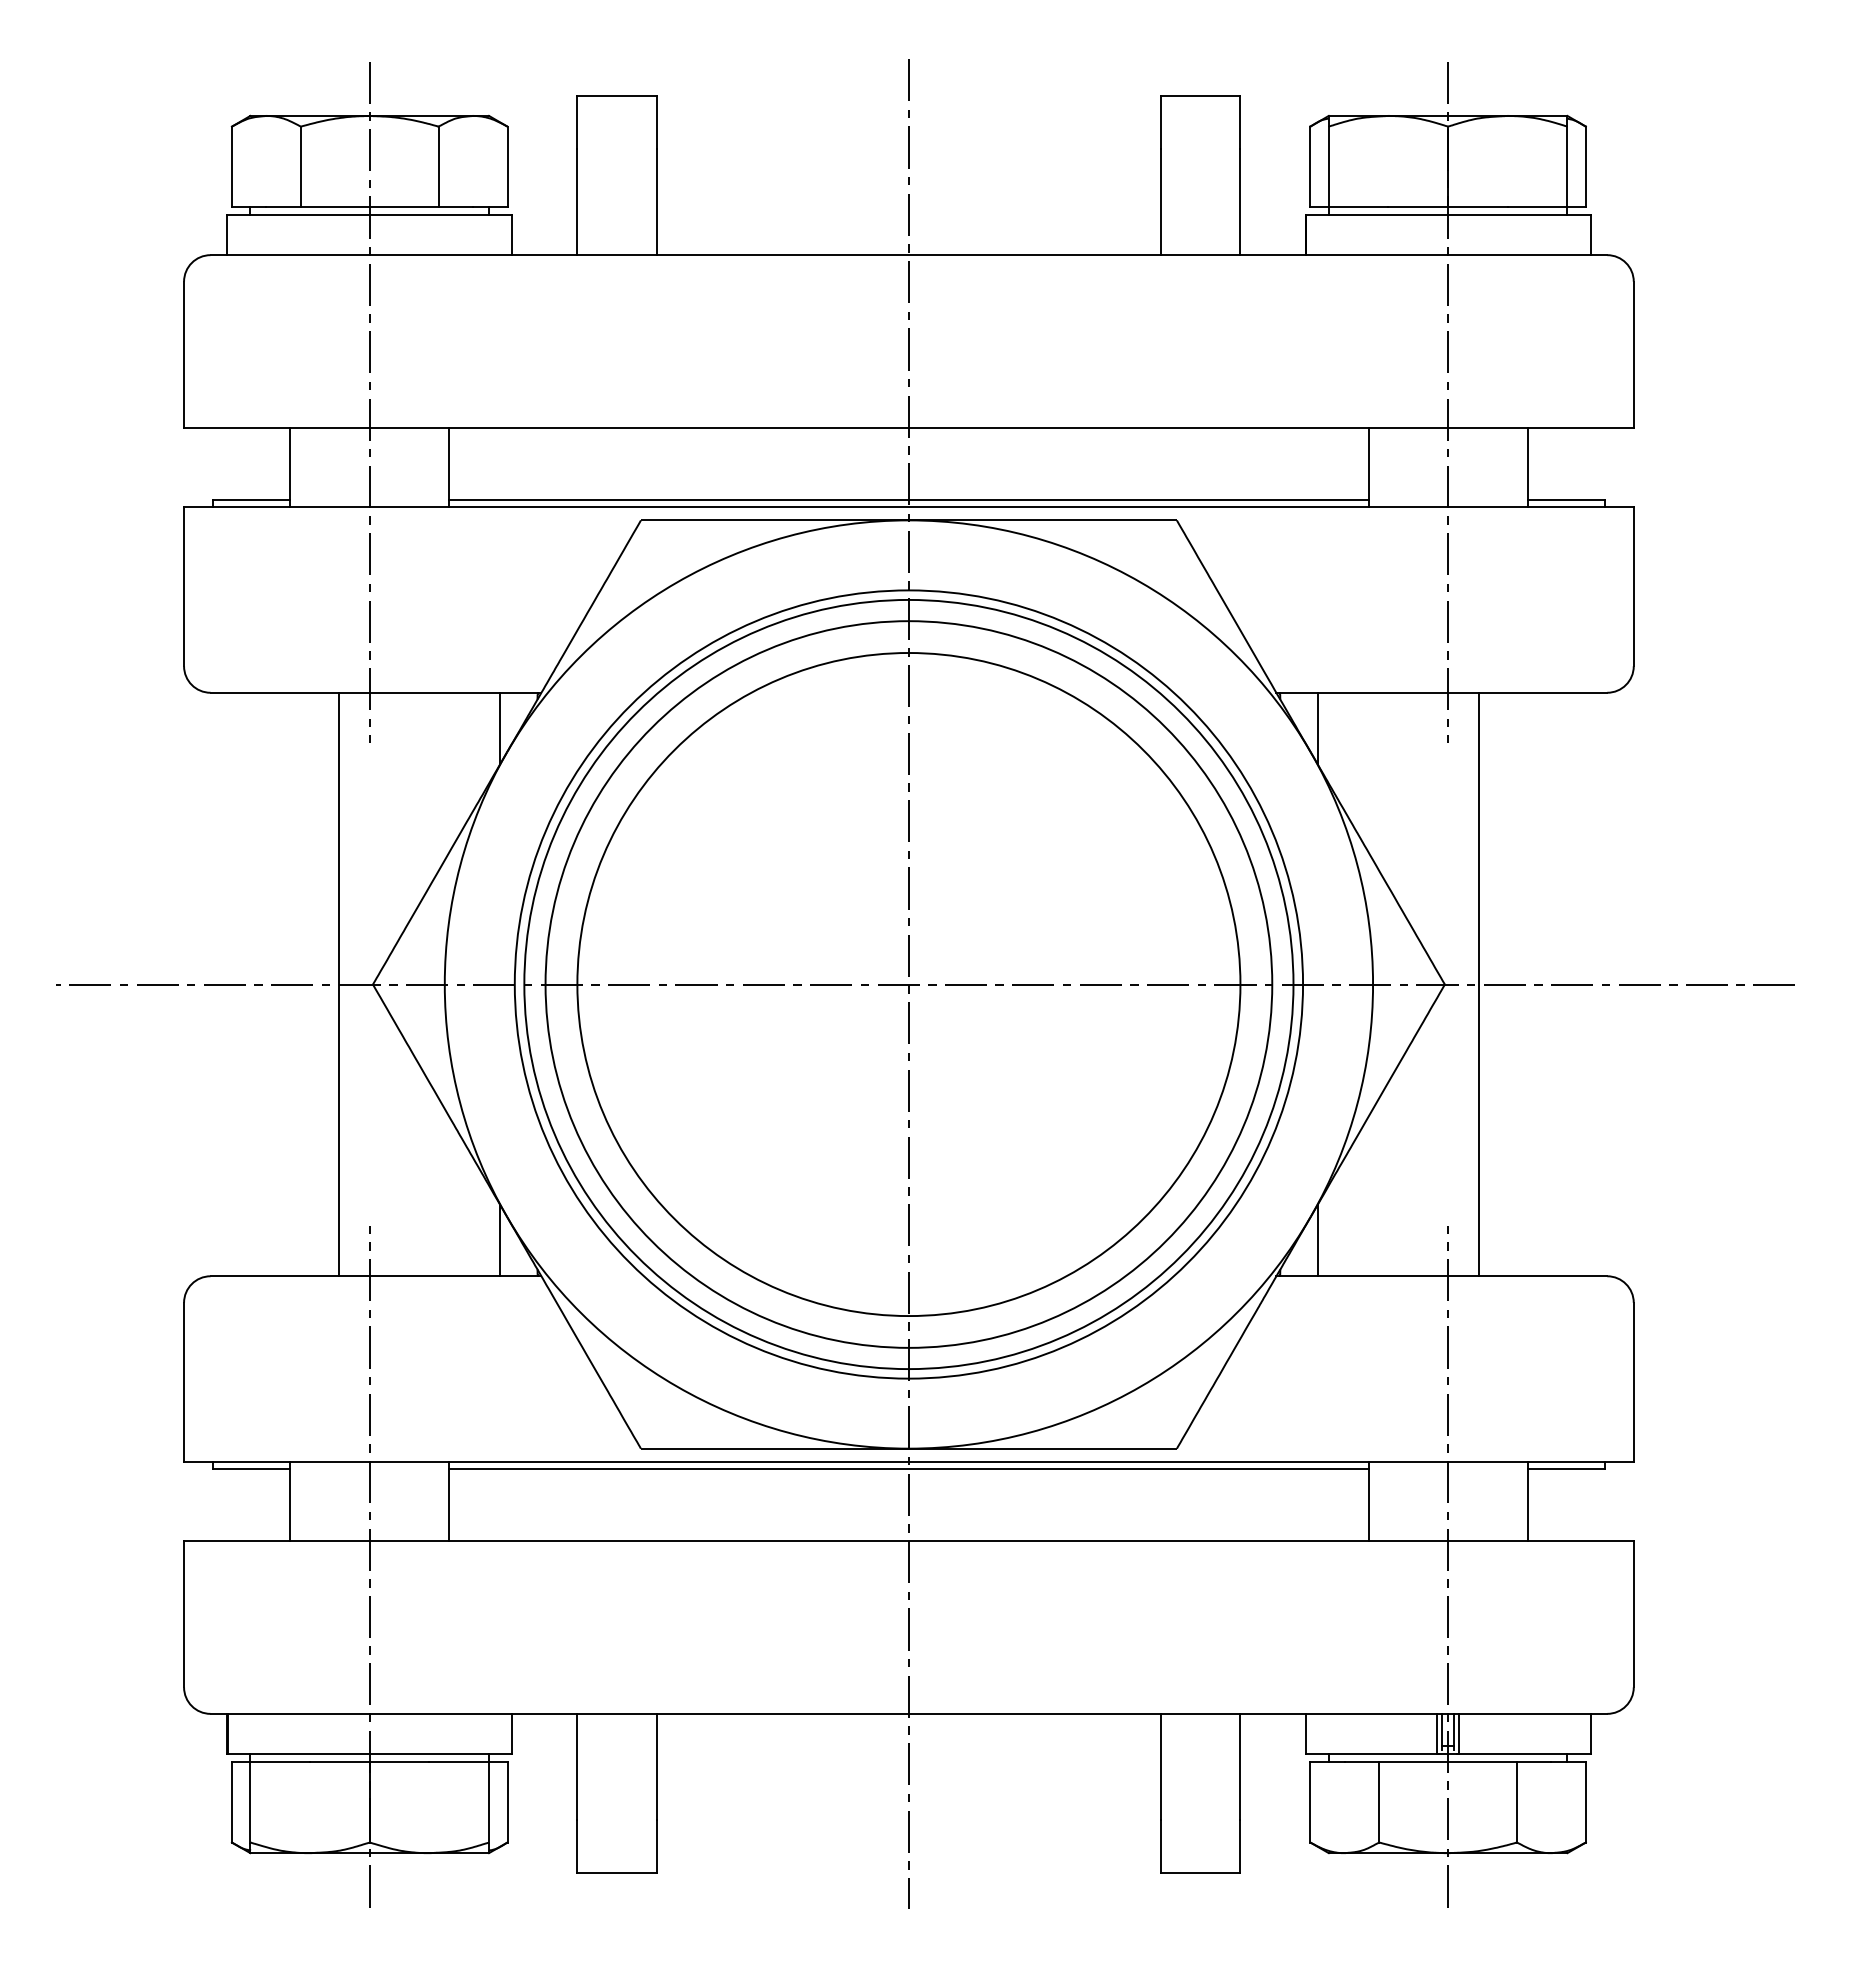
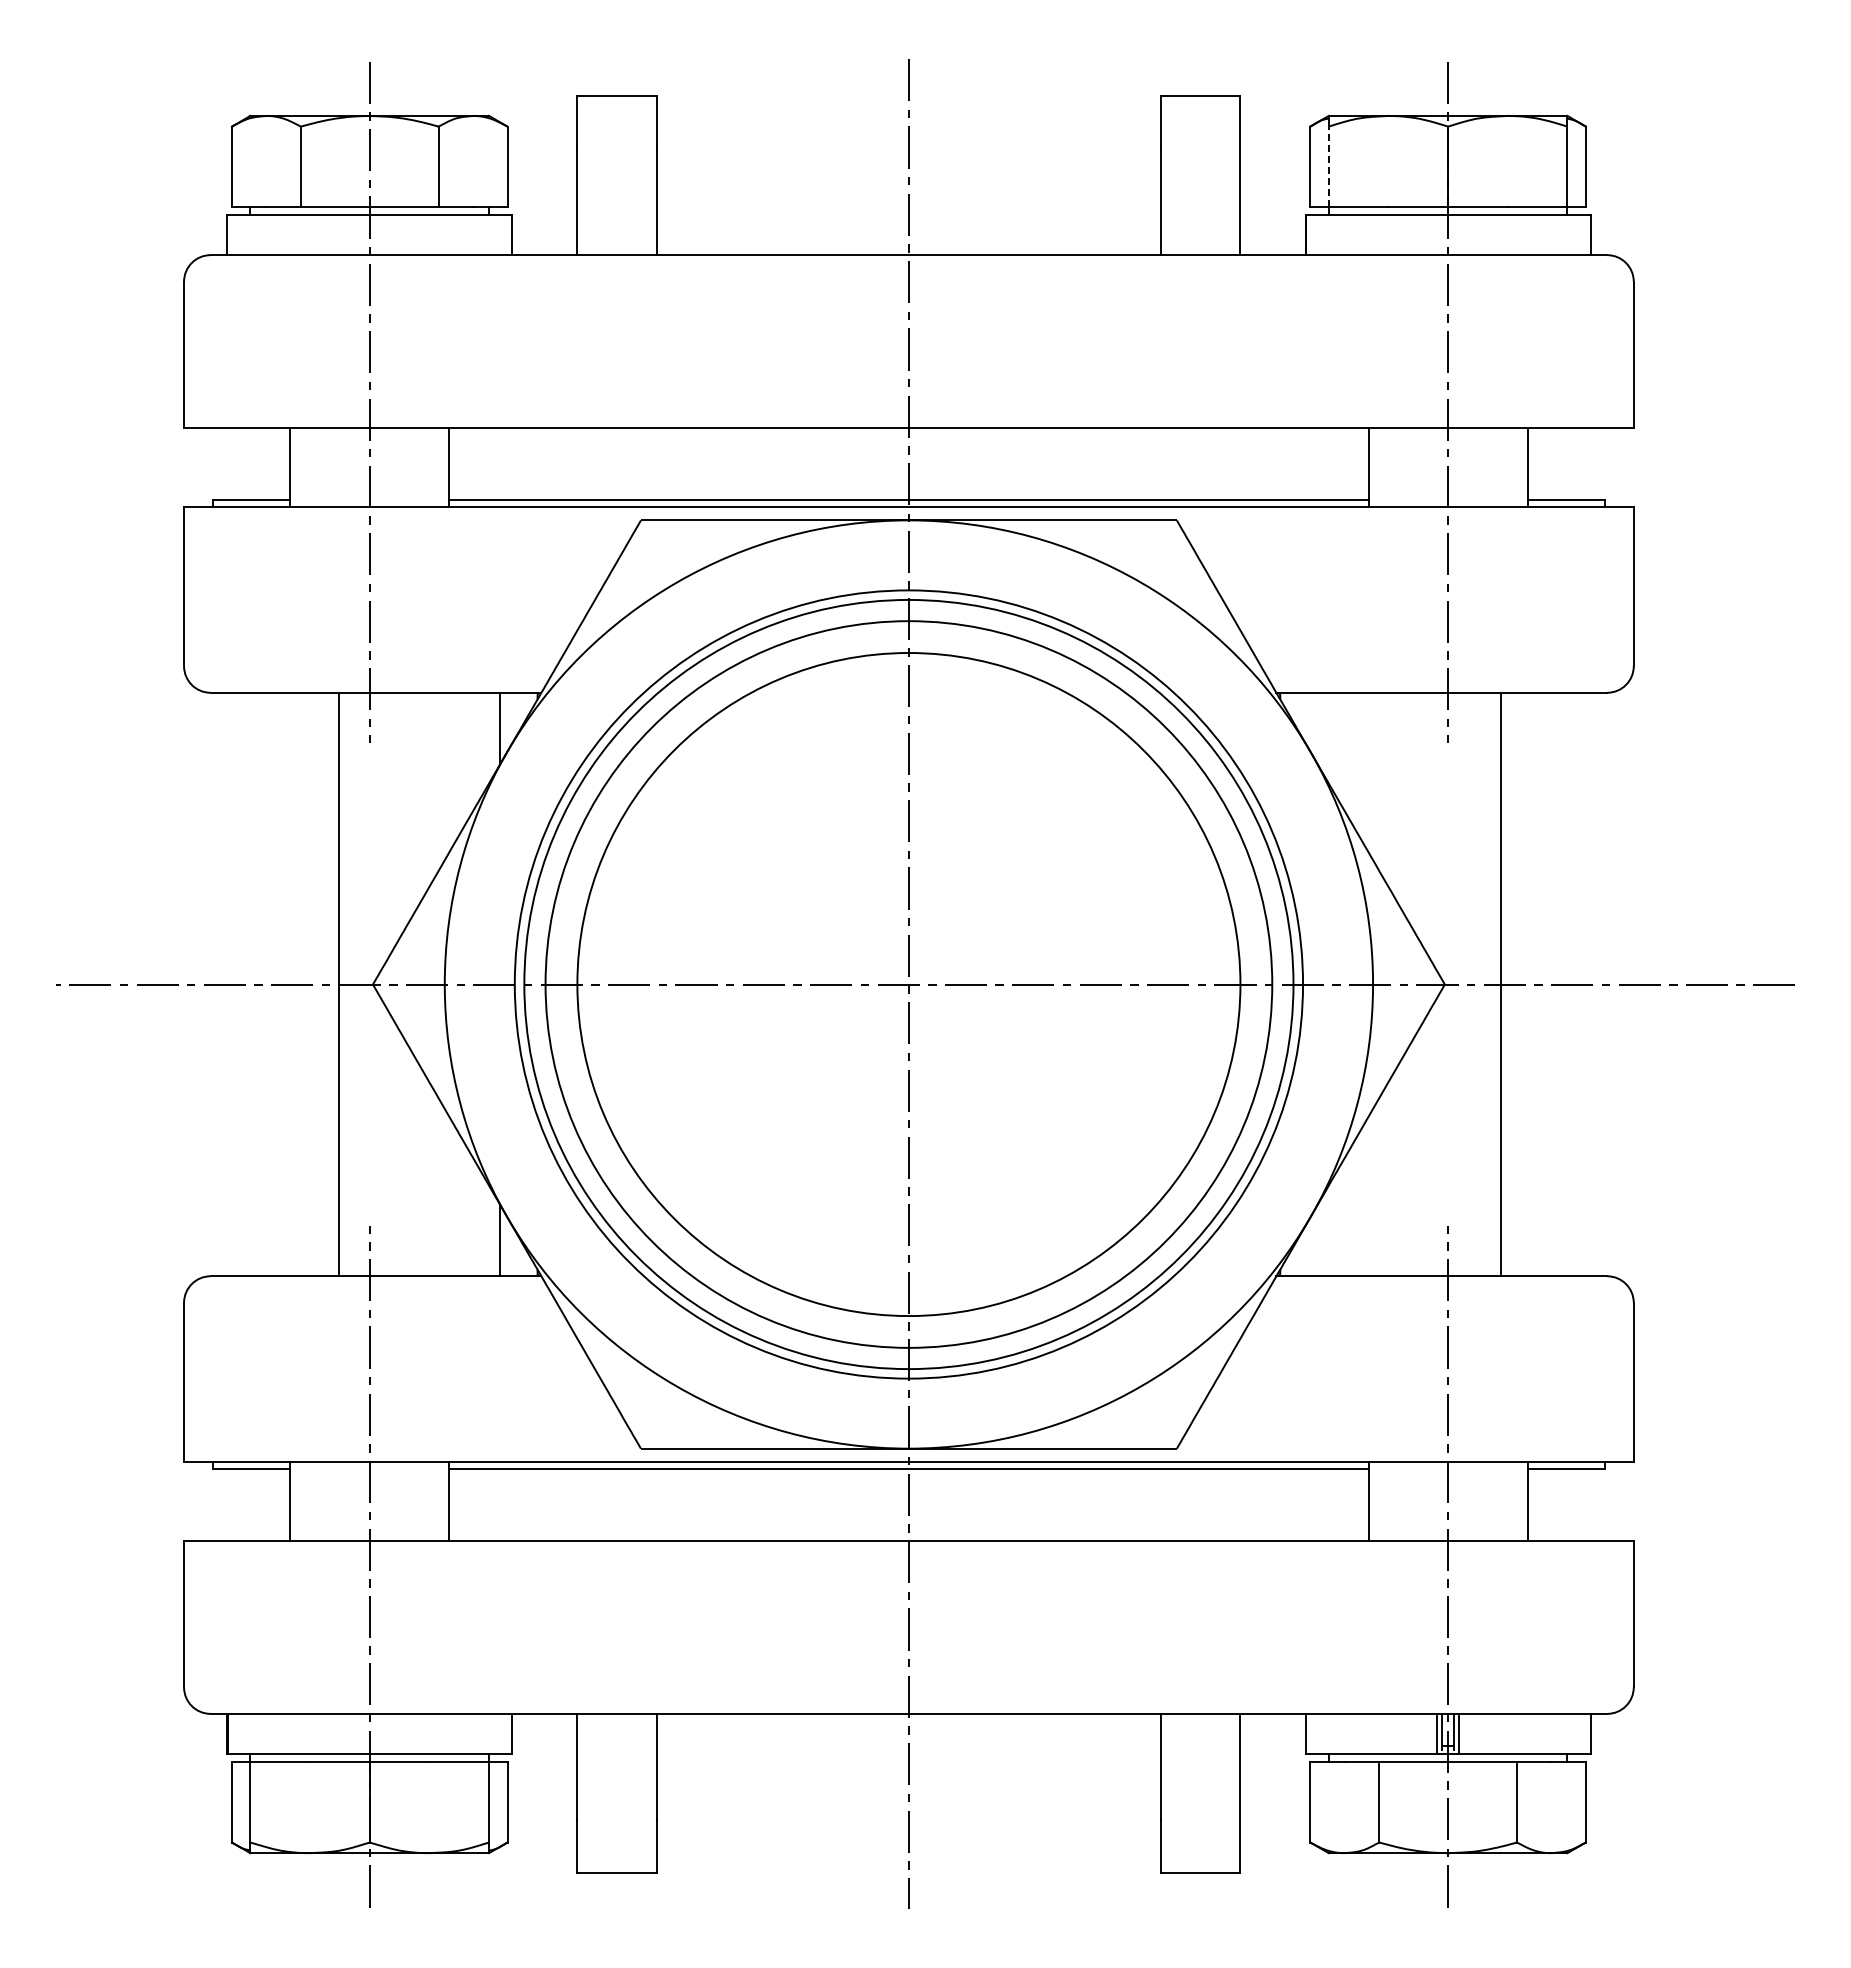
line at (1328, 166): solid -> dashed
line at (1317, 728): present -> none
line at (1479, 984) position: (1479, 984) -> (1501, 984)
line at (1317, 1240): present -> none
